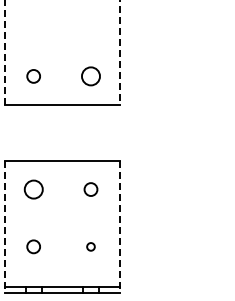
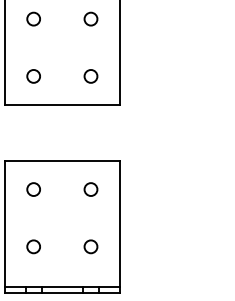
circle at (33, 18): none -> present
circle at (90, 18): none -> present
line at (5, 52): dashed -> solid
line at (119, 53): dashed -> solid
circle at (90, 76) size: 20x21 px -> 16x15 px
circle at (33, 189) size: 21x21 px -> 15x15 px
line at (5, 226): dashed -> solid
line at (119, 226): dashed -> solid
circle at (90, 246) size: 10x10 px -> 16x16 px
